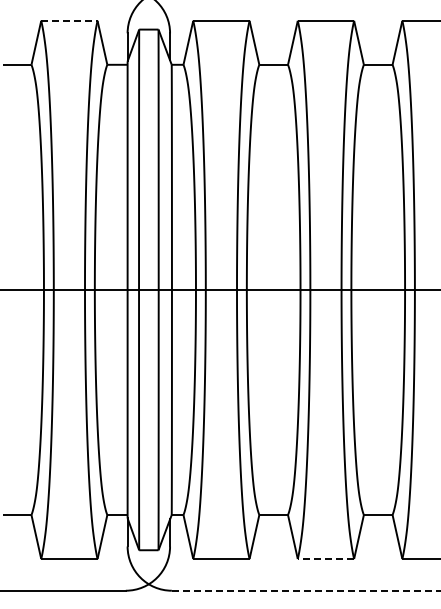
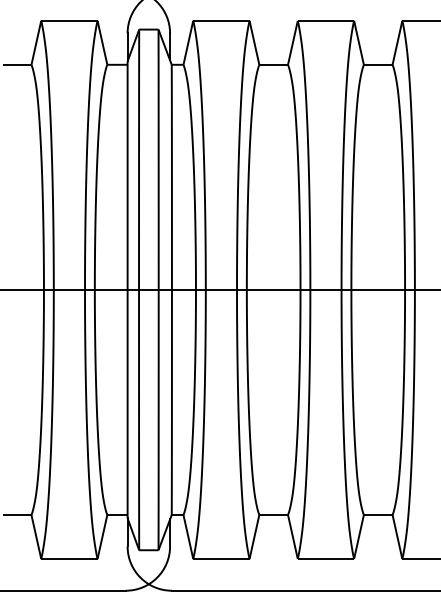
line at (68, 20): dashed -> solid
line at (326, 559): dashed -> solid
line at (306, 590): dashed -> solid
